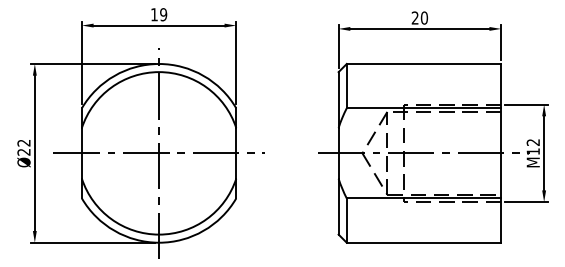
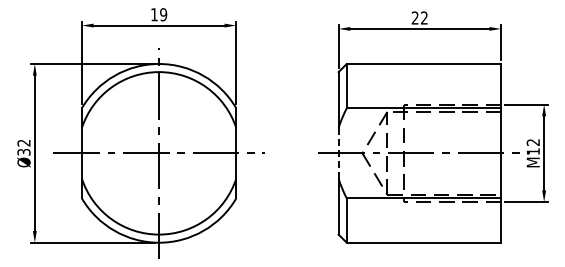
text at (424, 17): 20 -> 22
text at (24, 151): Ø22 -> Ø32
line at (338, 152): solid -> dashed
